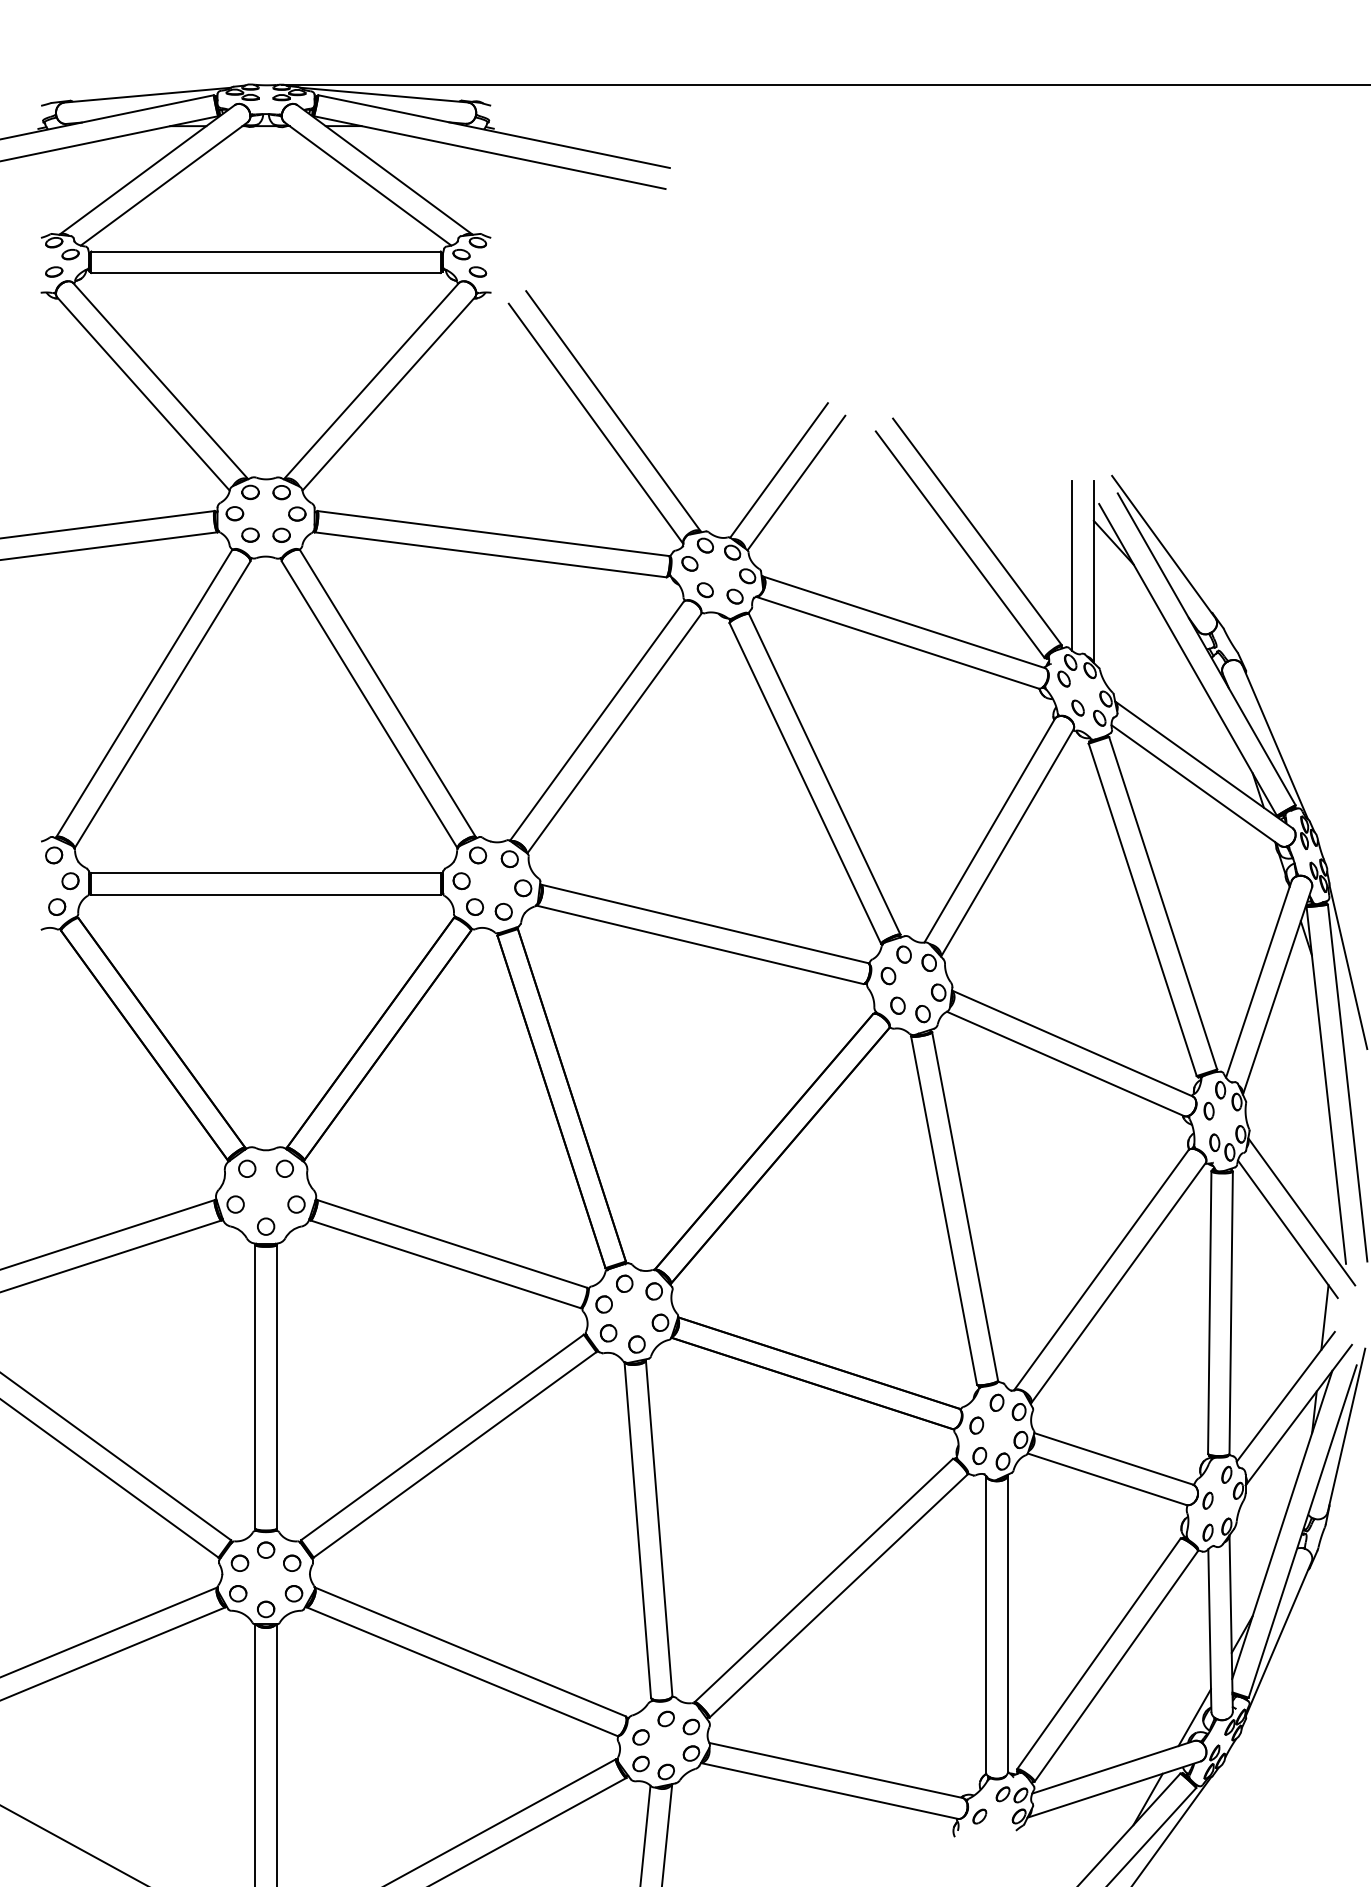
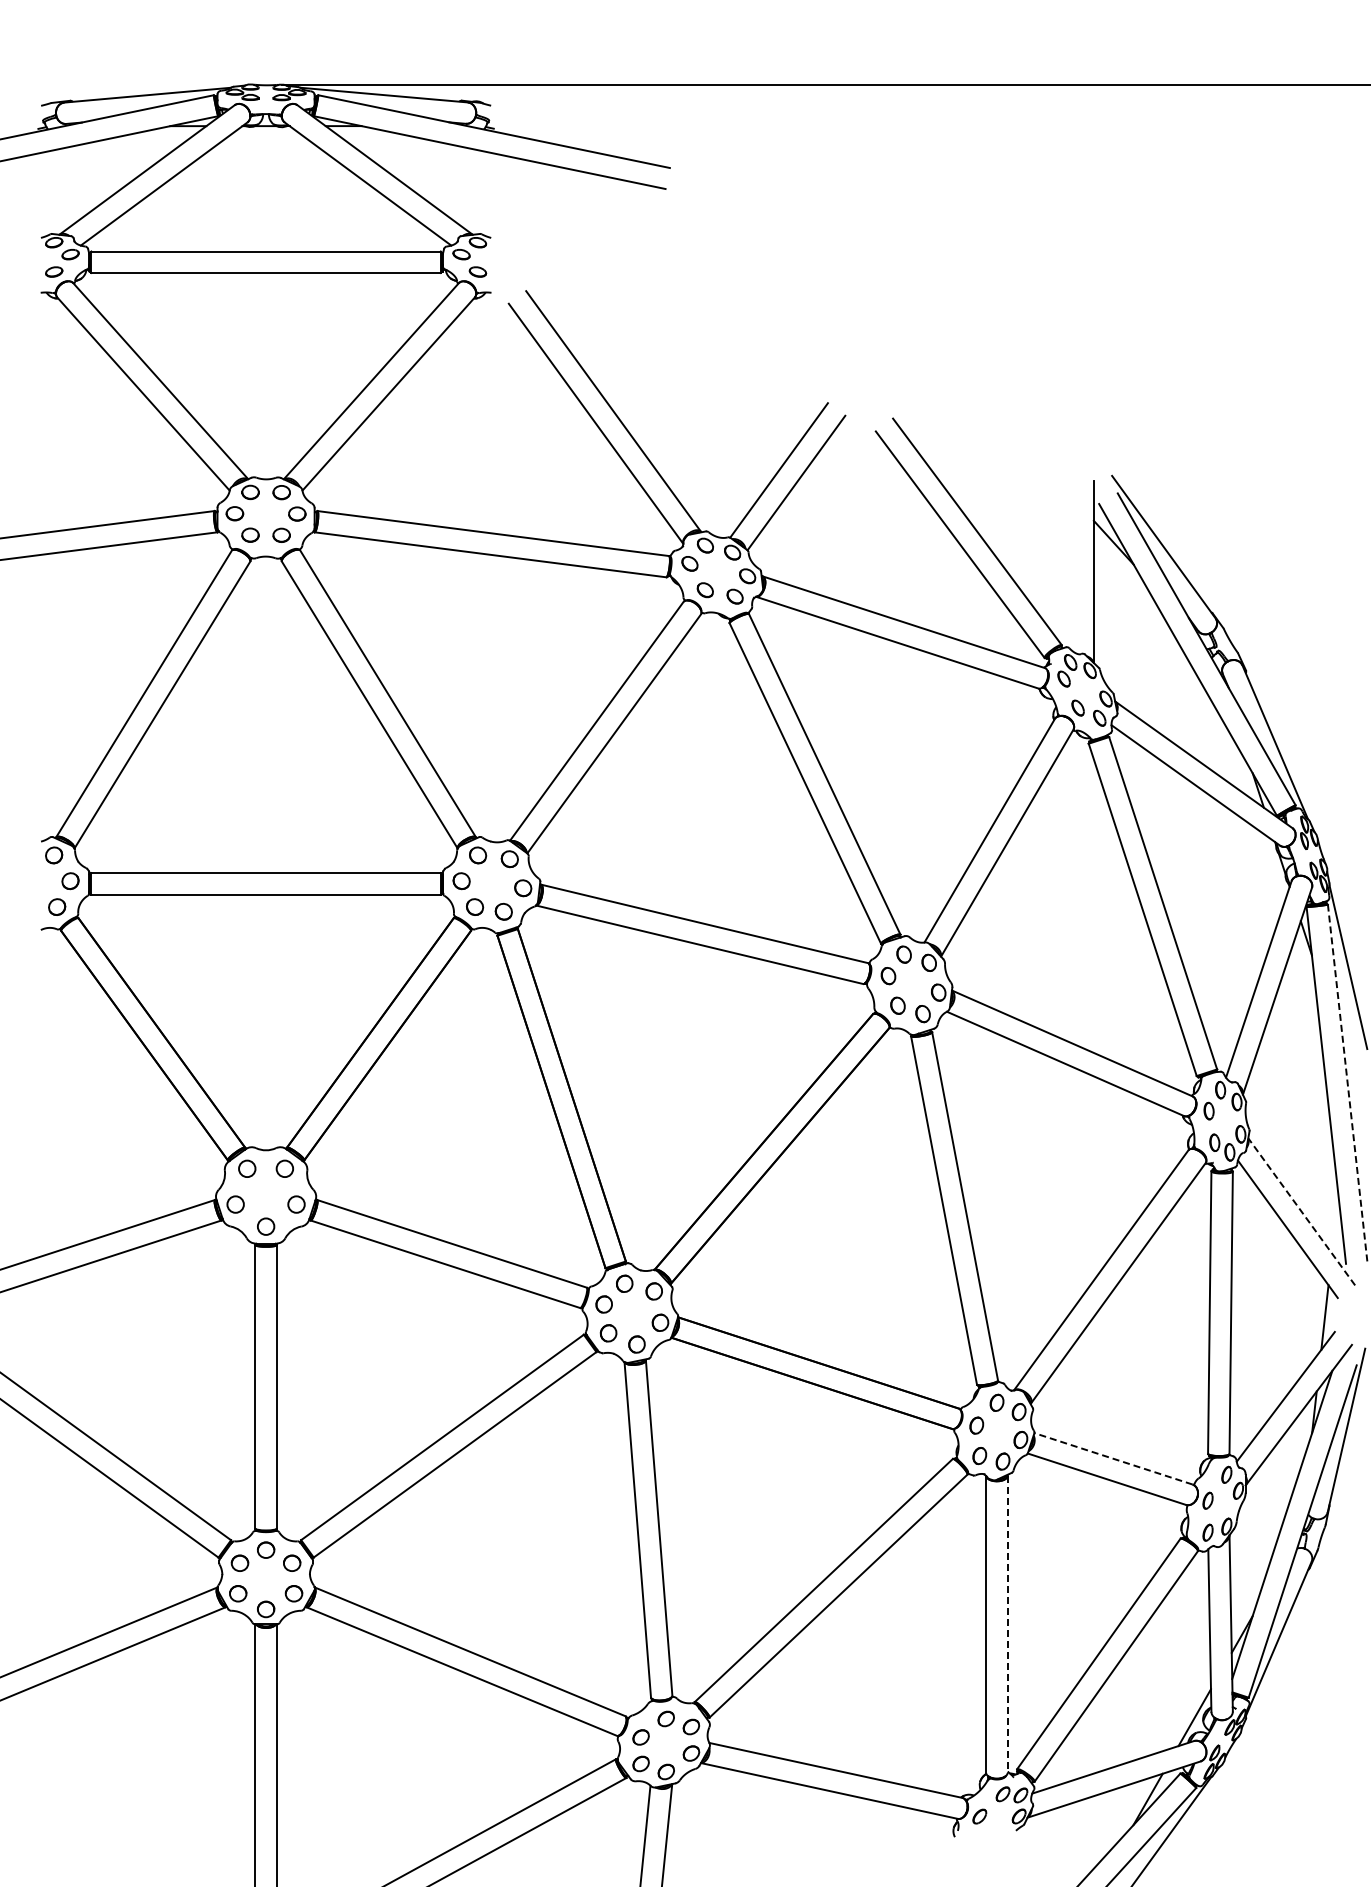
line at (1072, 566): present -> none
line at (1347, 1083): solid -> dashed
line at (1301, 1211): solid -> dashed
line at (1112, 1458): solid -> dashed
line at (1007, 1624): solid -> dashed
line at (72, 1844): present -> none
